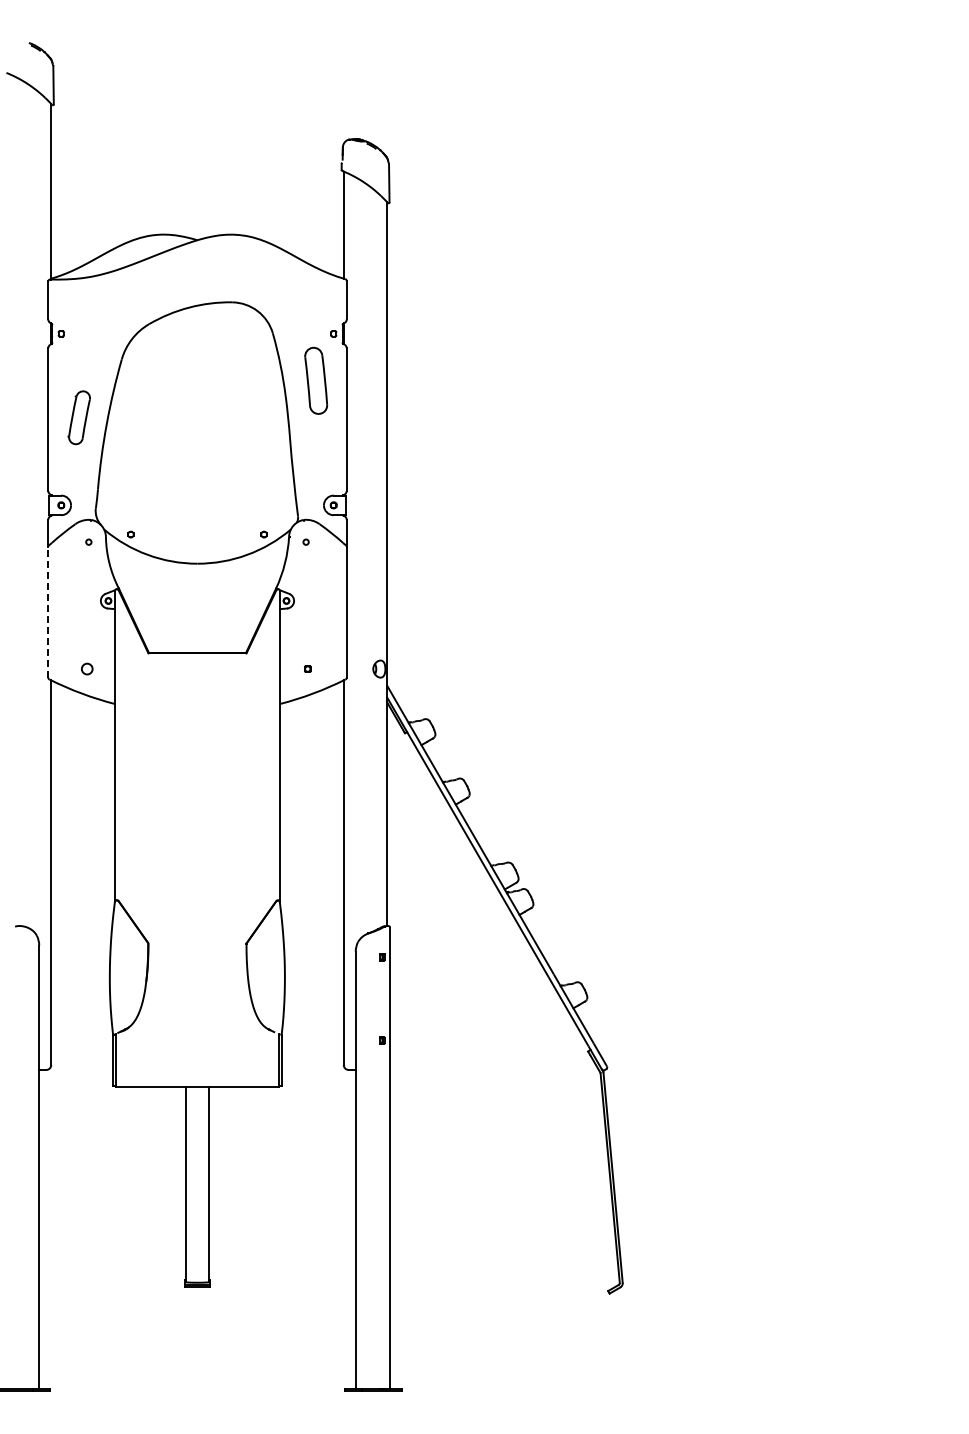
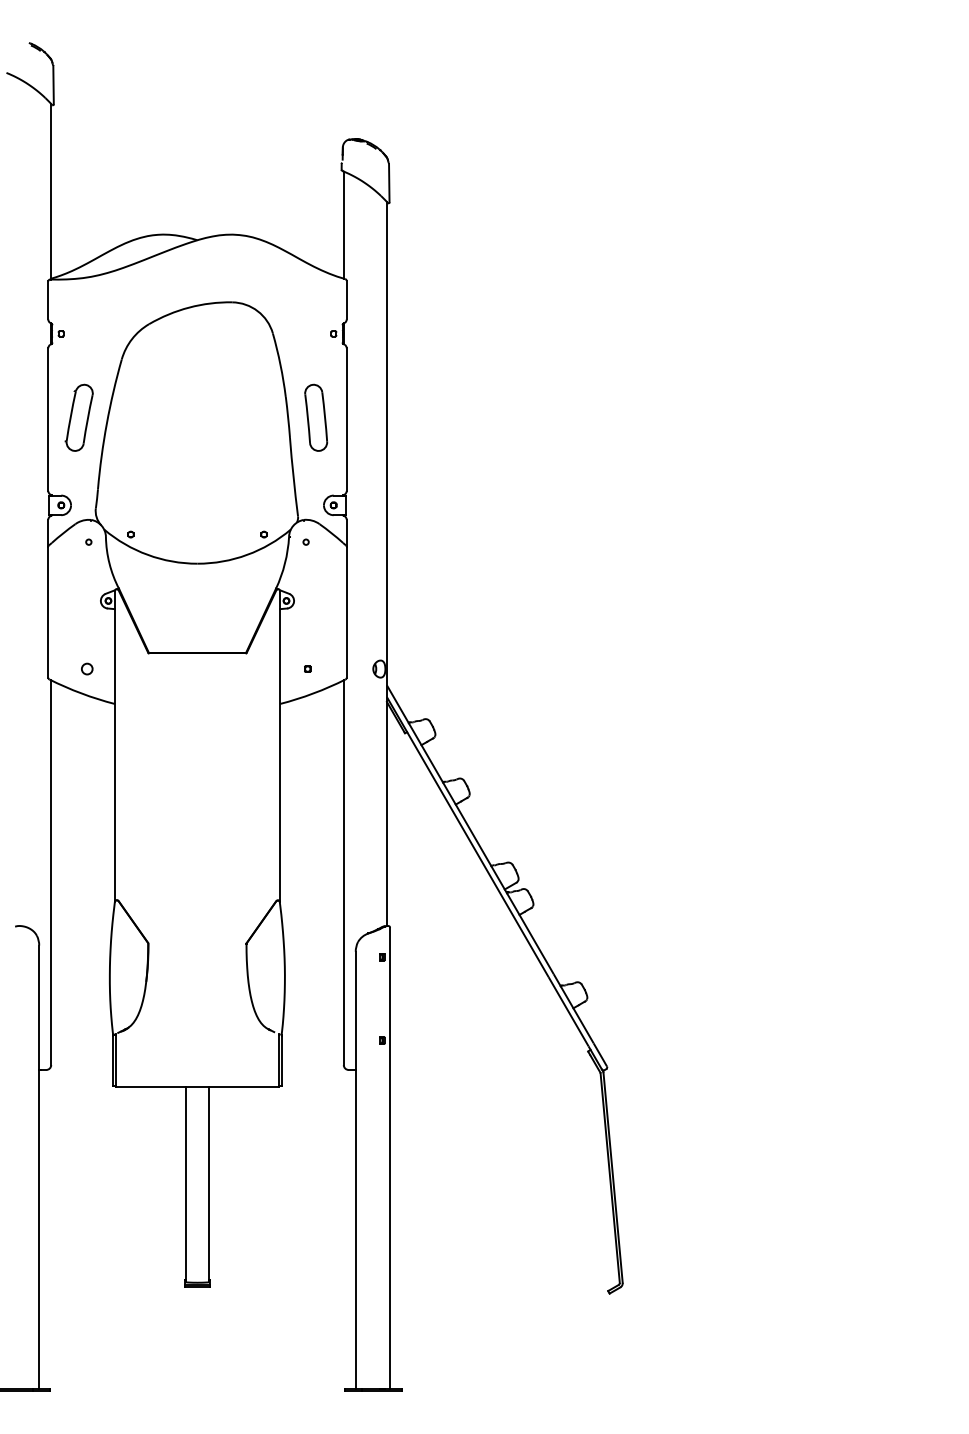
part at (316, 380) position: (316, 380) -> (316, 417)
part at (78, 417) size: 24x56 px -> 30x69 px
line at (48, 611): dashed -> solid
